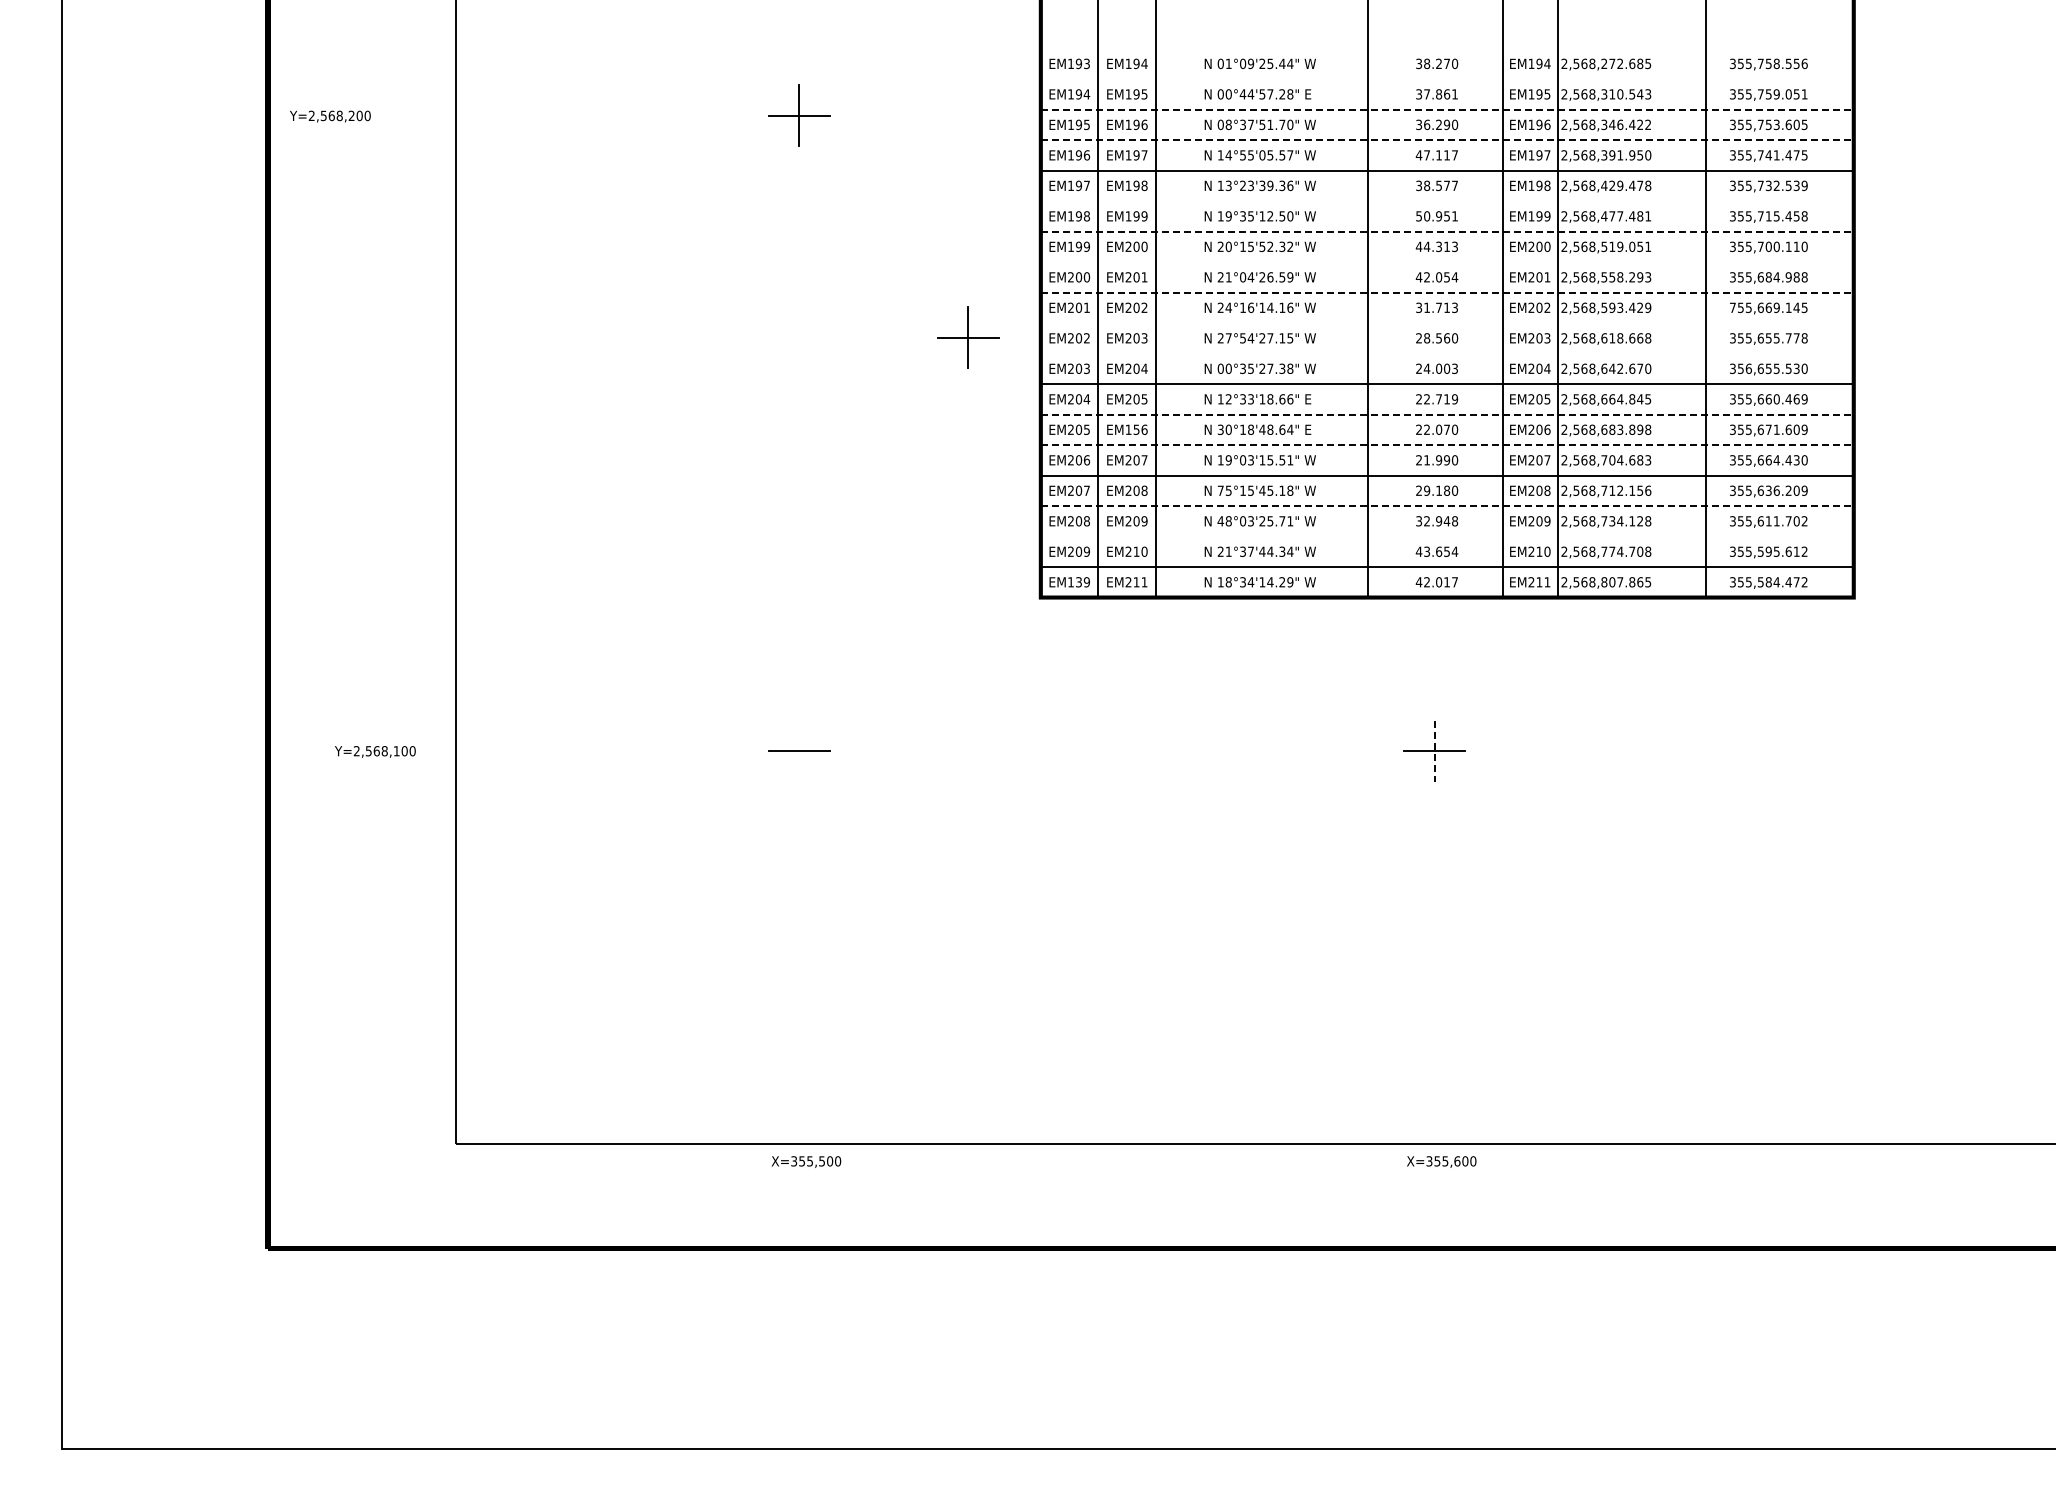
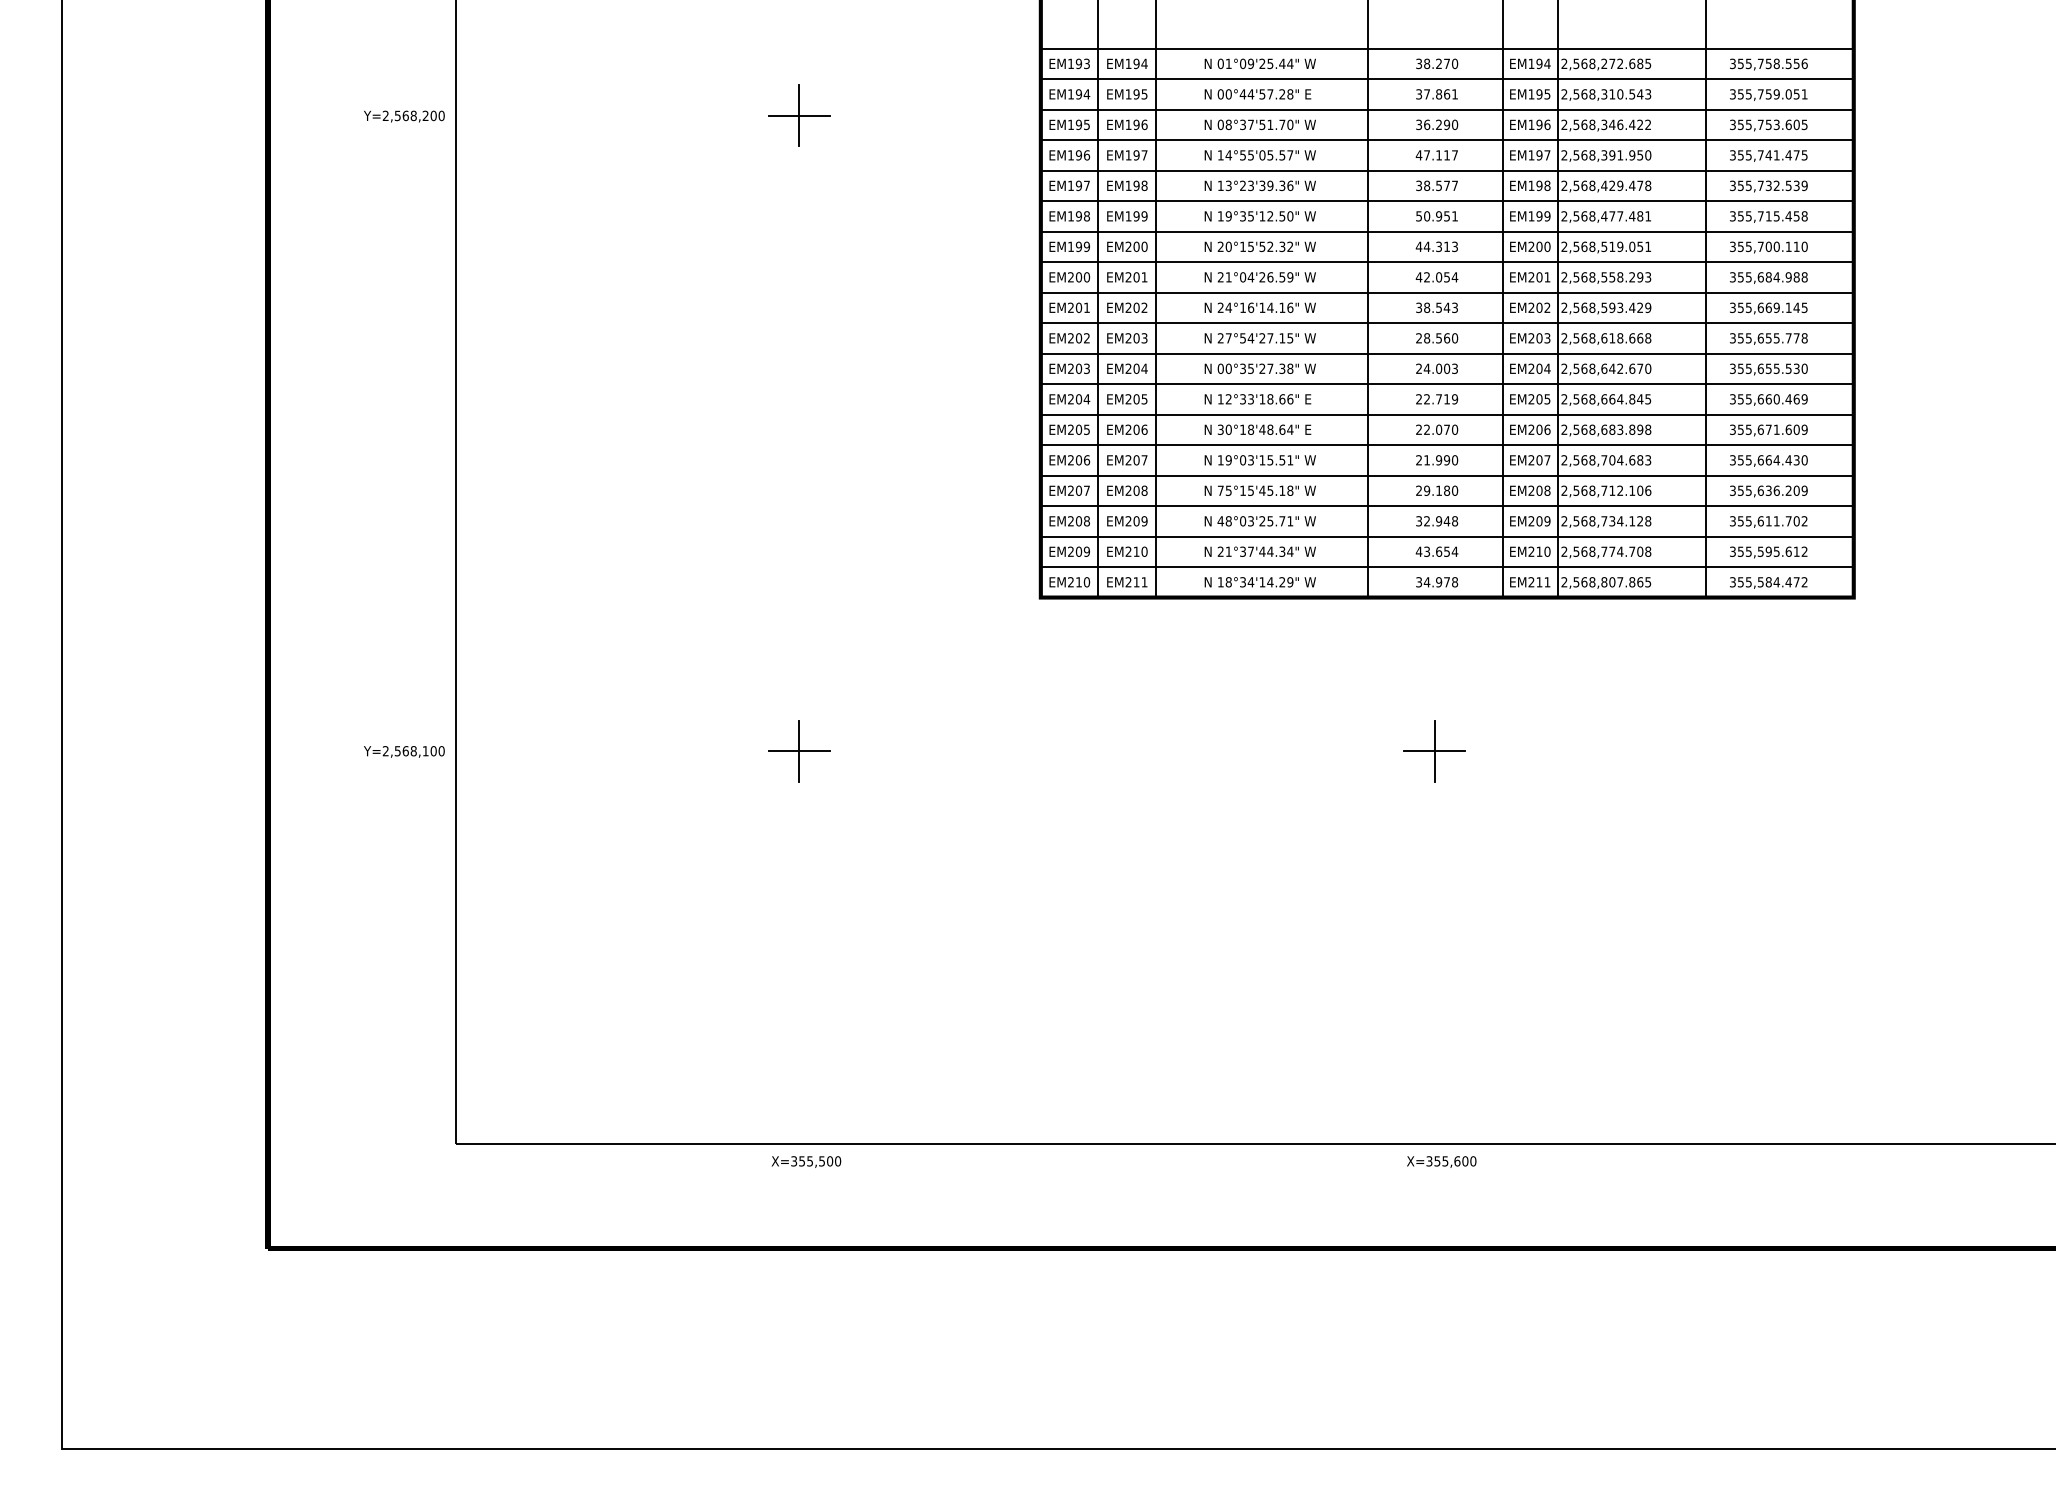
line at (1446, 48): none -> present
line at (1446, 79): none -> present
line at (1447, 109): dashed -> solid
text at (330, 116) position: (330, 116) -> (404, 116)
line at (1447, 140): dashed -> solid
line at (1446, 201): none -> present
line at (1447, 231): dashed -> solid
line at (1446, 262): none -> present
line at (1447, 292): dashed -> solid
text at (1437, 307): 31.713 -> 38.543
text at (1732, 307): 755,669.145 -> 355,669.145
line at (1446, 323): none -> present
part at (968, 337): present -> none
line at (1446, 353): none -> present
text at (1748, 368): 356,655.530 -> 355,655.530
line at (1447, 414): dashed -> solid
text at (1132, 429): EM156 -> EM206
line at (1447, 445): dashed -> solid
text at (1640, 490): 2,568,712.156 -> 2,568,712.106
line at (1447, 506): dashed -> solid
line at (1446, 536): none -> present
text at (1078, 582): EM139 -> EM210
text at (1436, 582): 42.017 -> 34.978
line at (799, 750): none -> present
text at (375, 751) position: (375, 751) -> (404, 751)
line at (1434, 751): dashed -> solid
